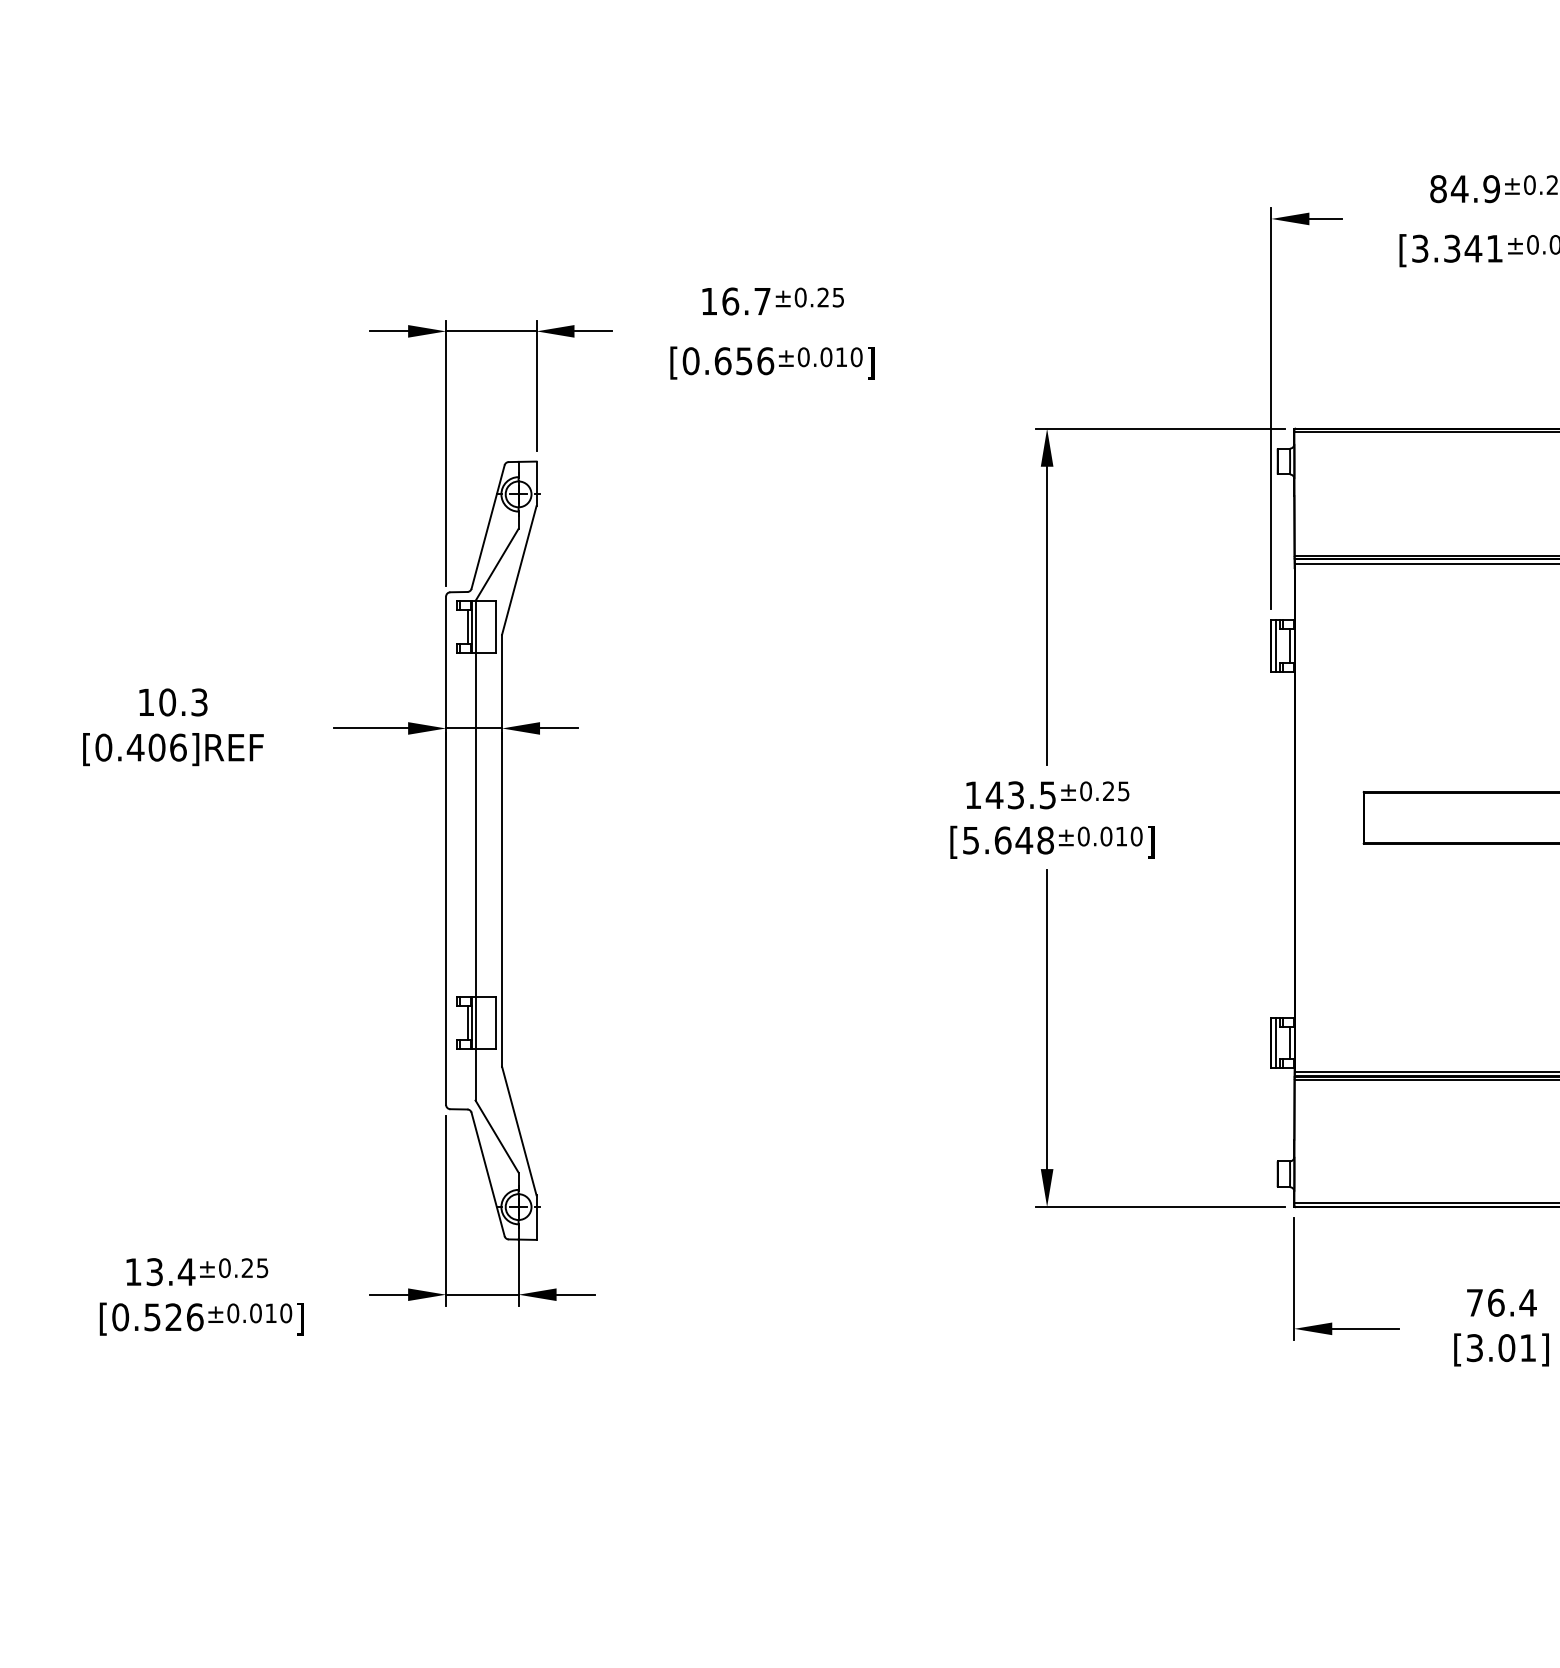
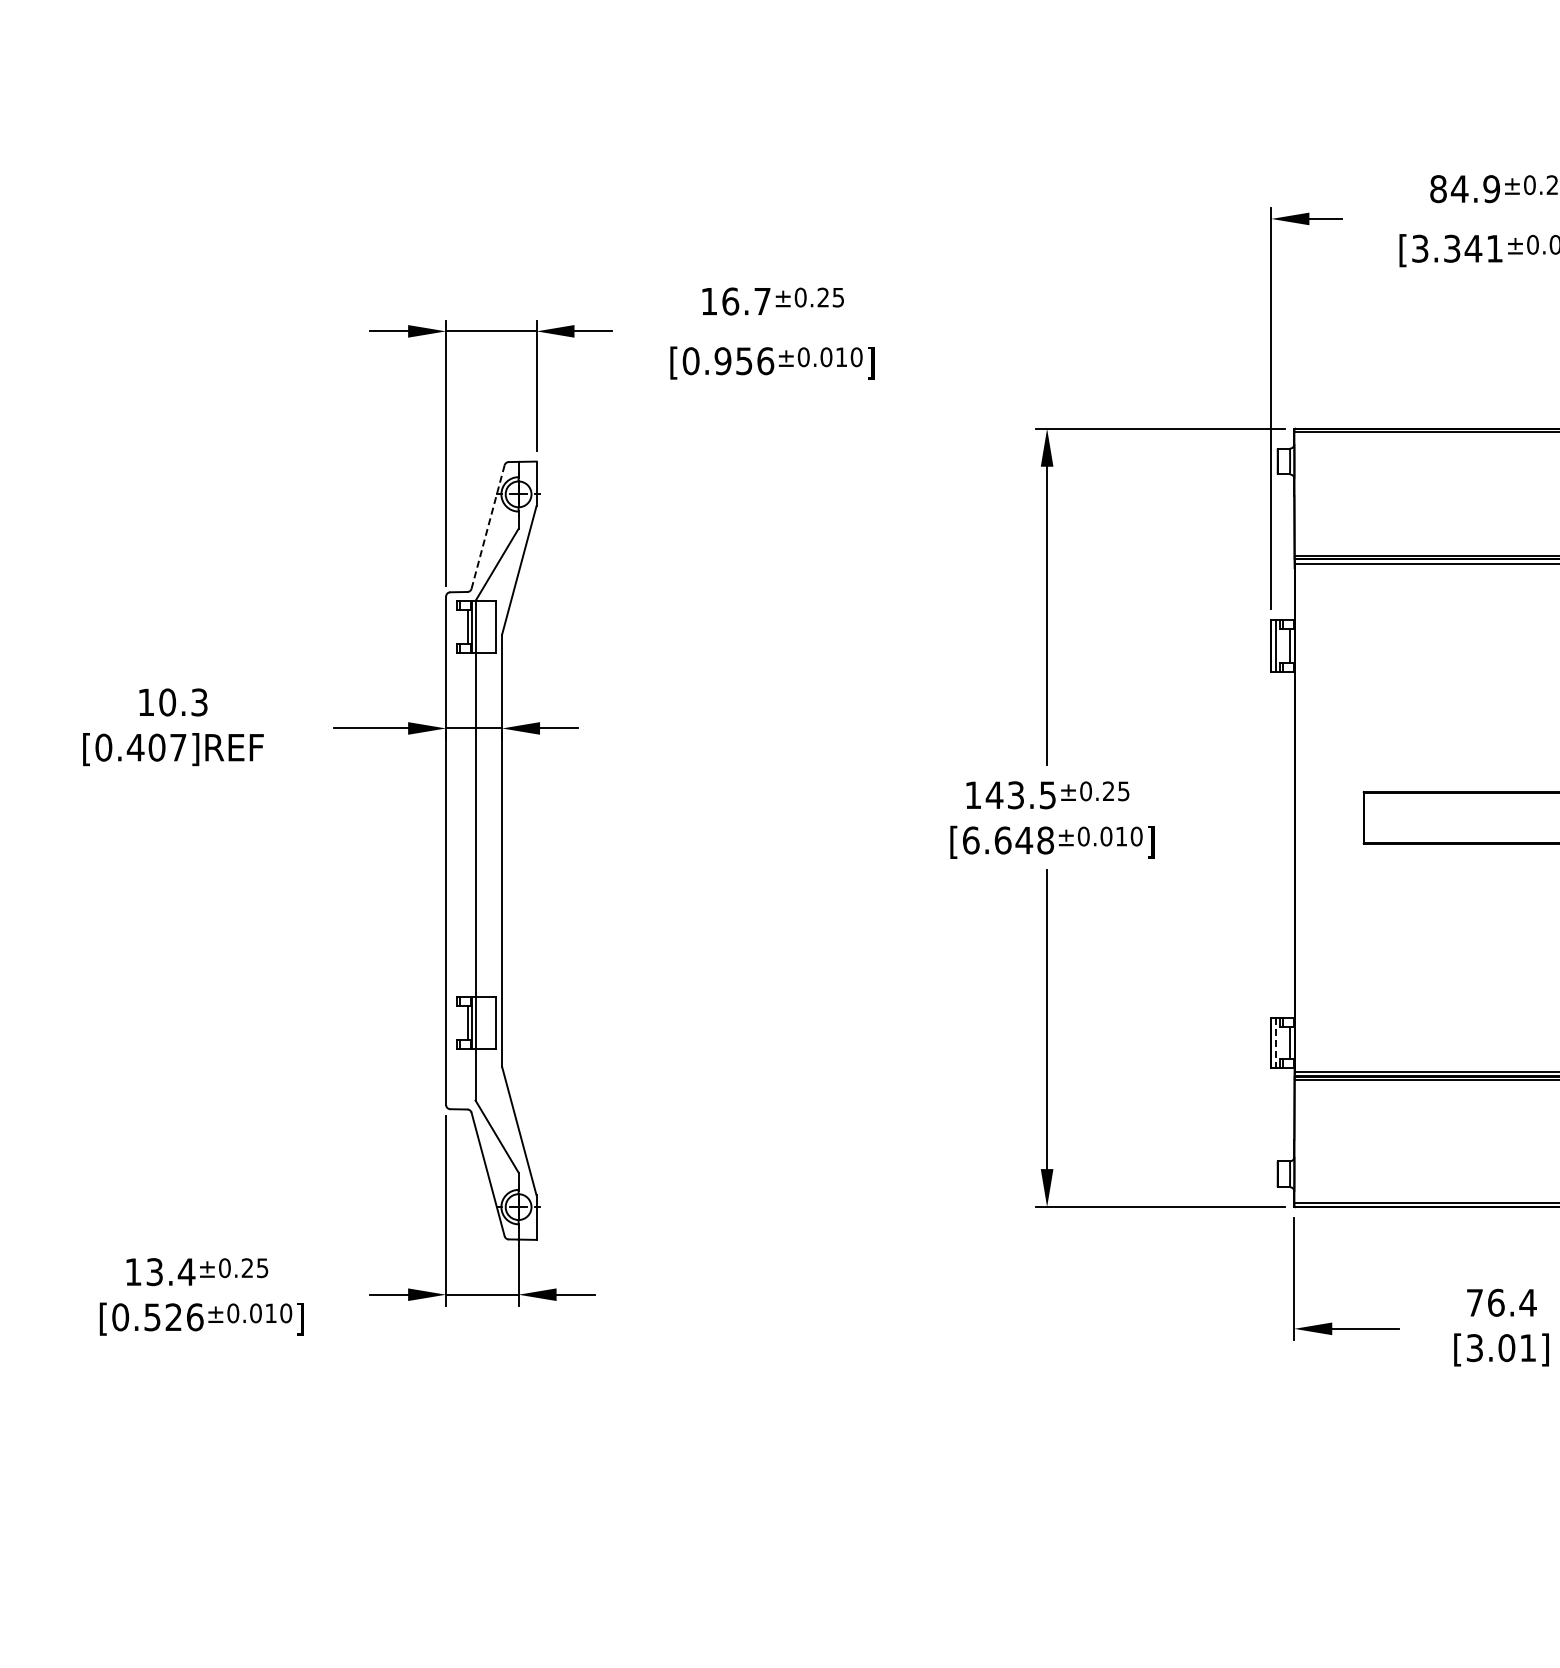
text at (722, 361): [0.656 -> [0.956
line at (488, 527): solid -> dashed
text at (178, 747): [0.406]REF -> [0.407]REF
text at (971, 840): [5.648 -> [6.648
line at (1275, 1042): solid -> dashed
